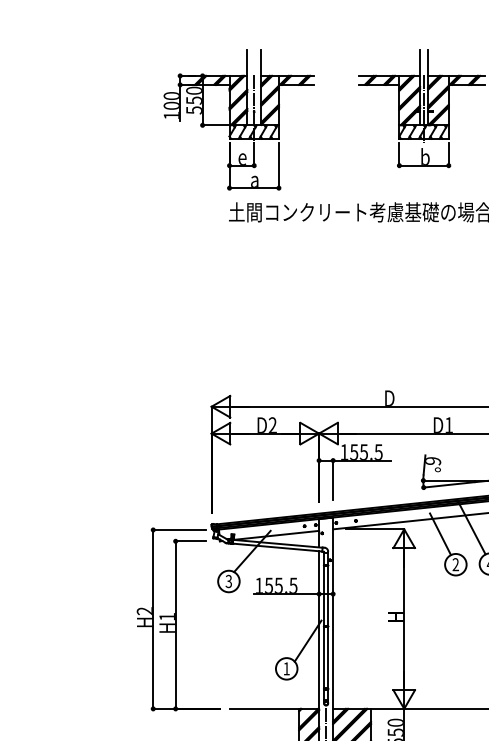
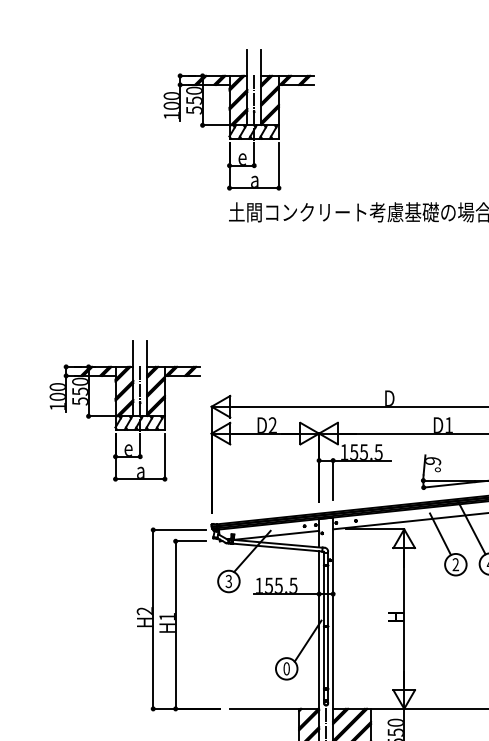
part at (421, 108): present -> none
part at (124, 410): none -> present
text at (286, 668): 1 -> 0
